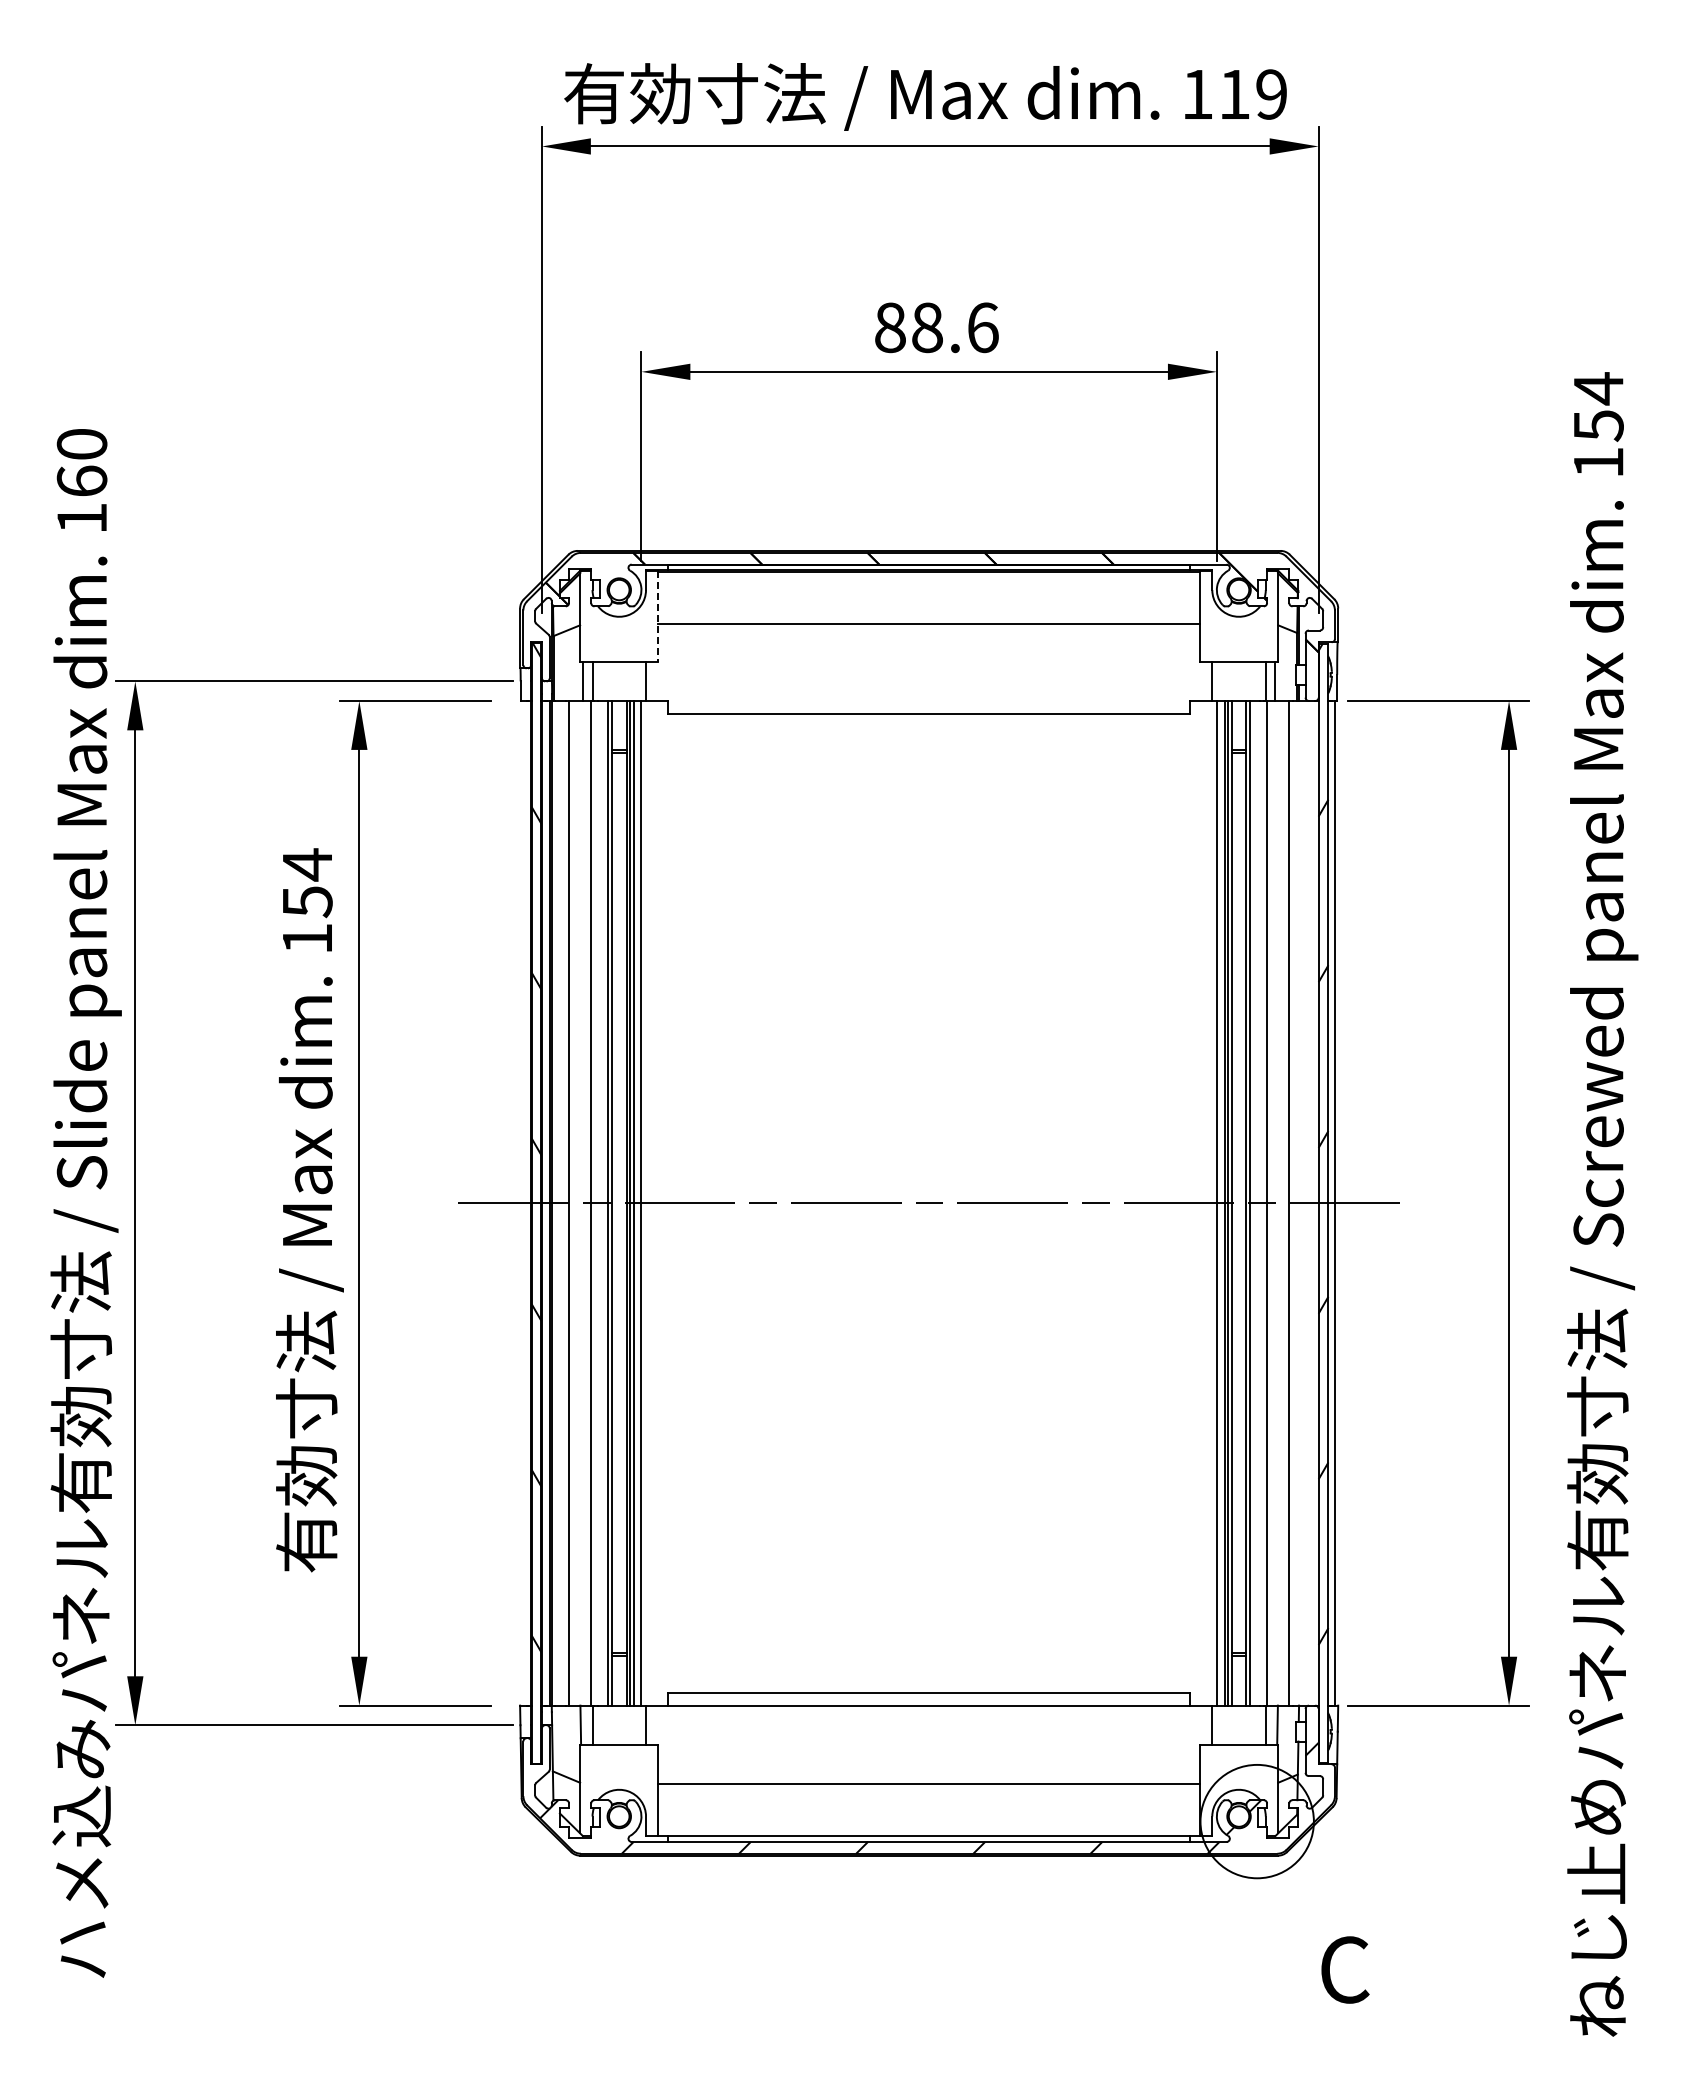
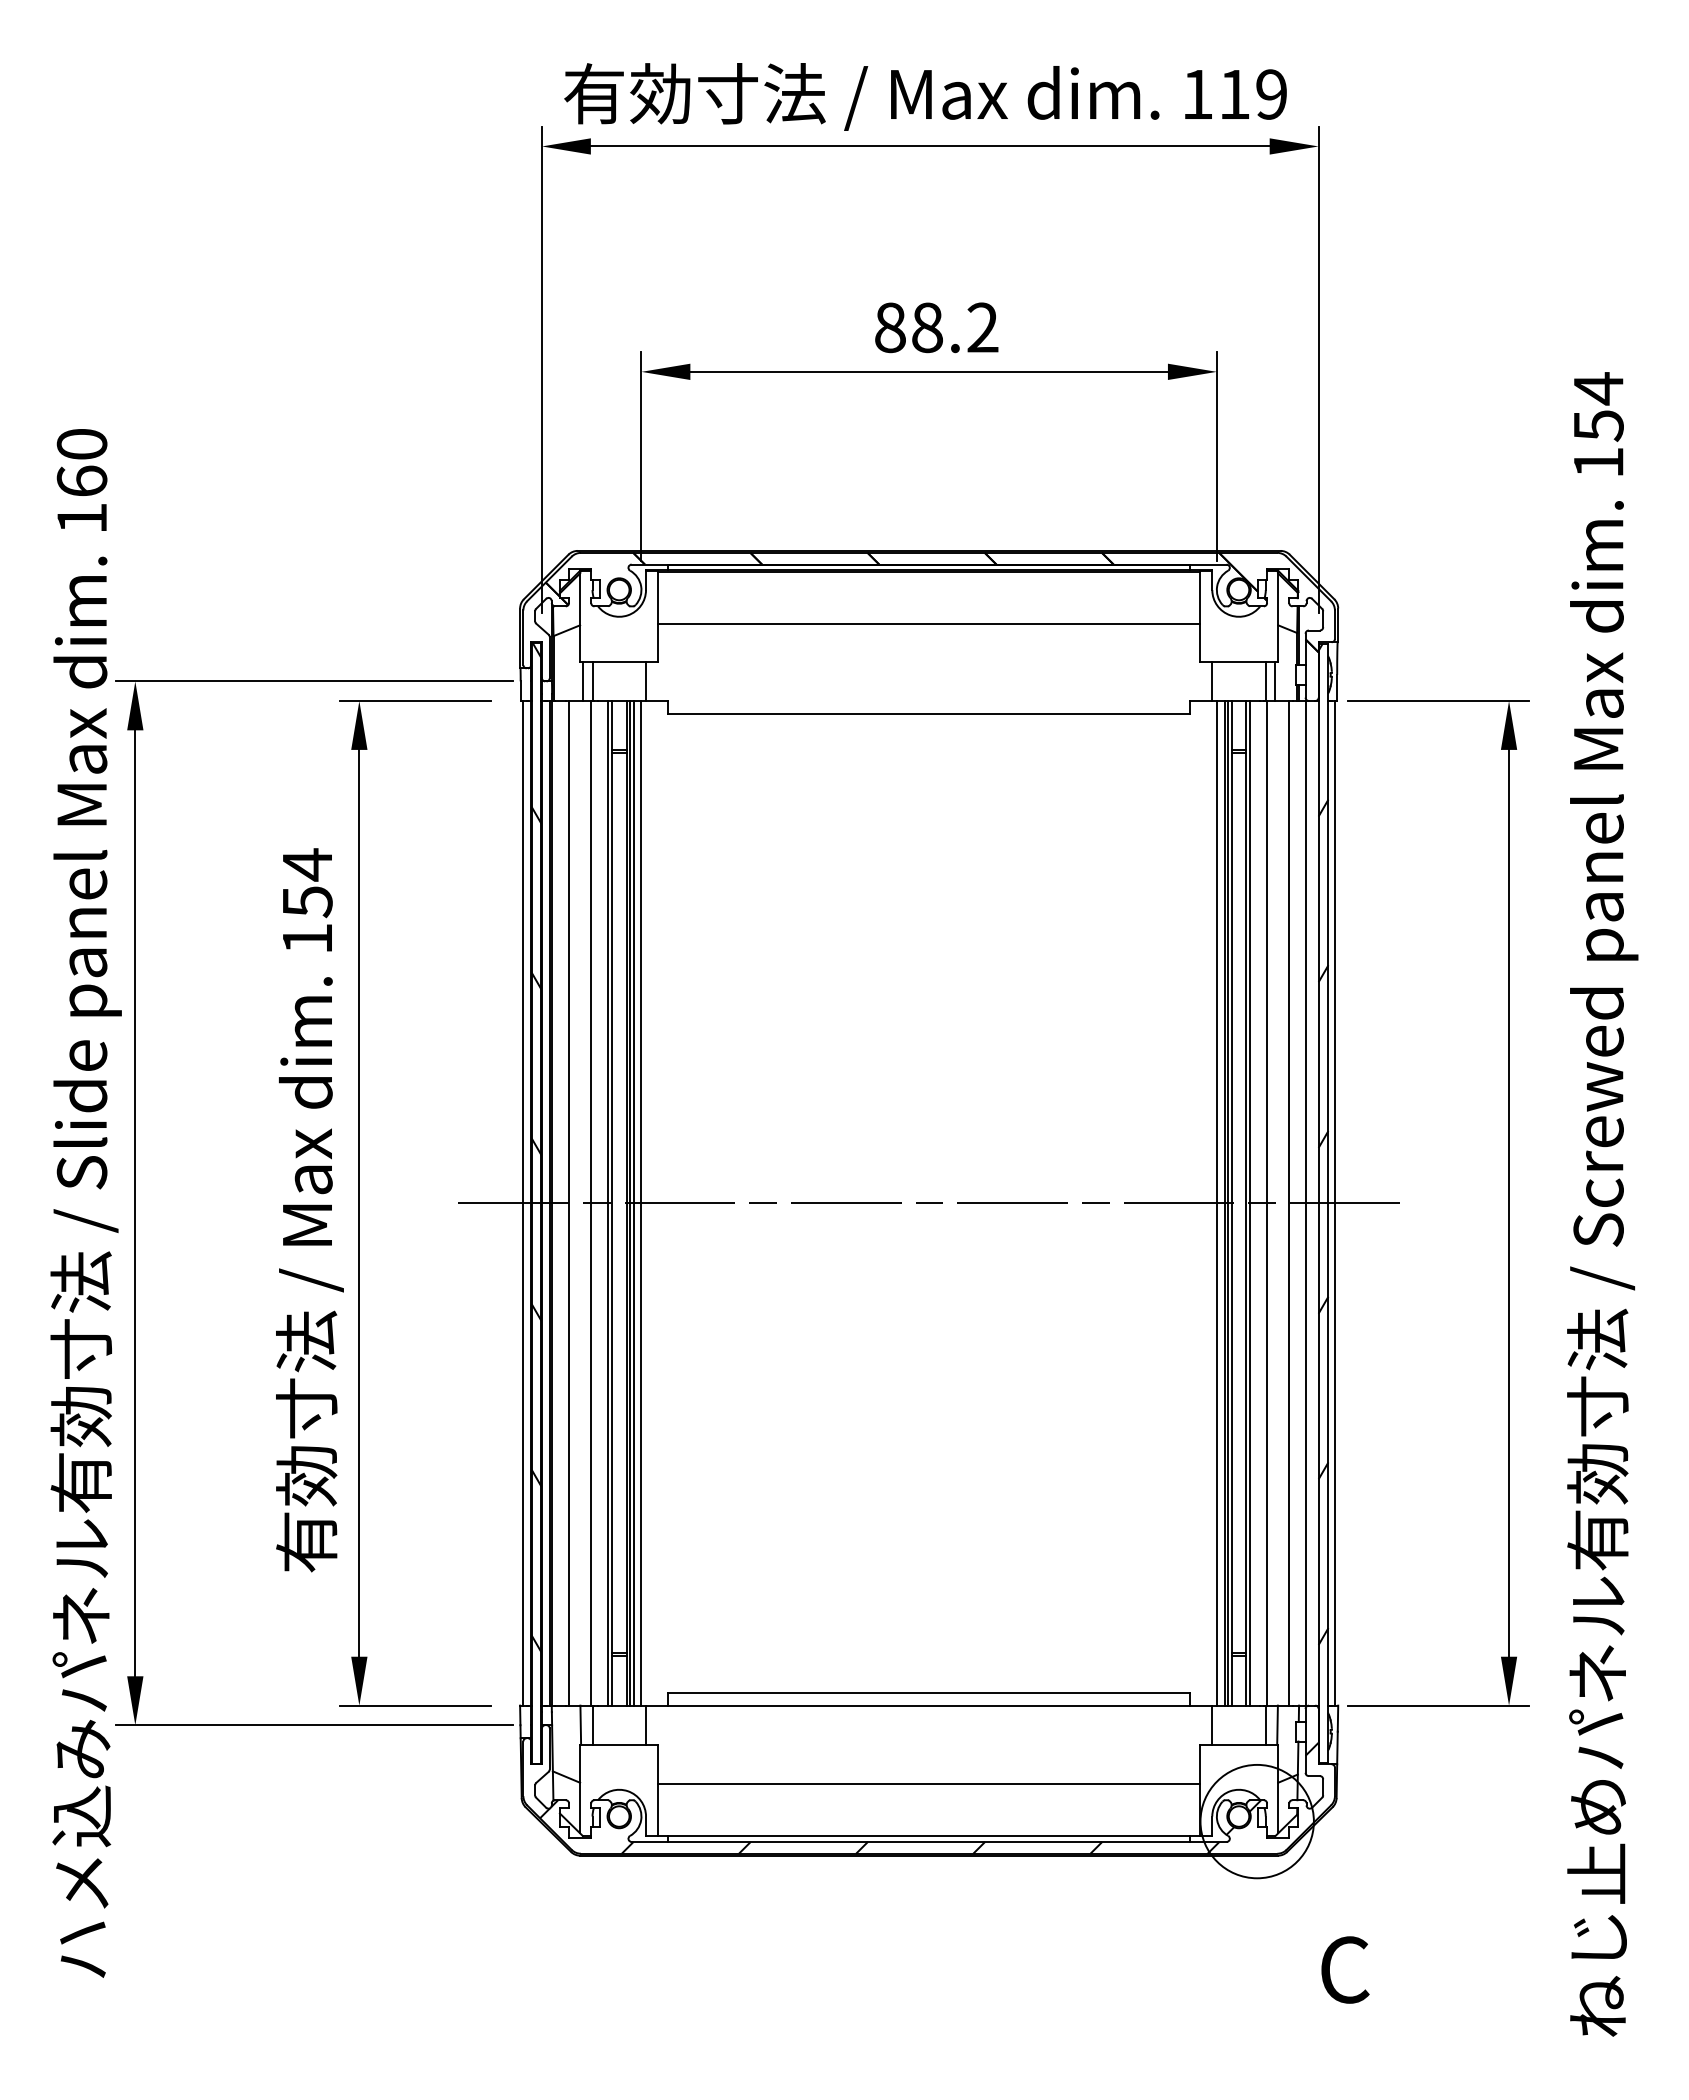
text at (982, 327): 88.6 -> 88.2
line at (658, 616): dashed -> solid
line at (523, 1202): none -> present
line at (1305, 1202): none -> present
